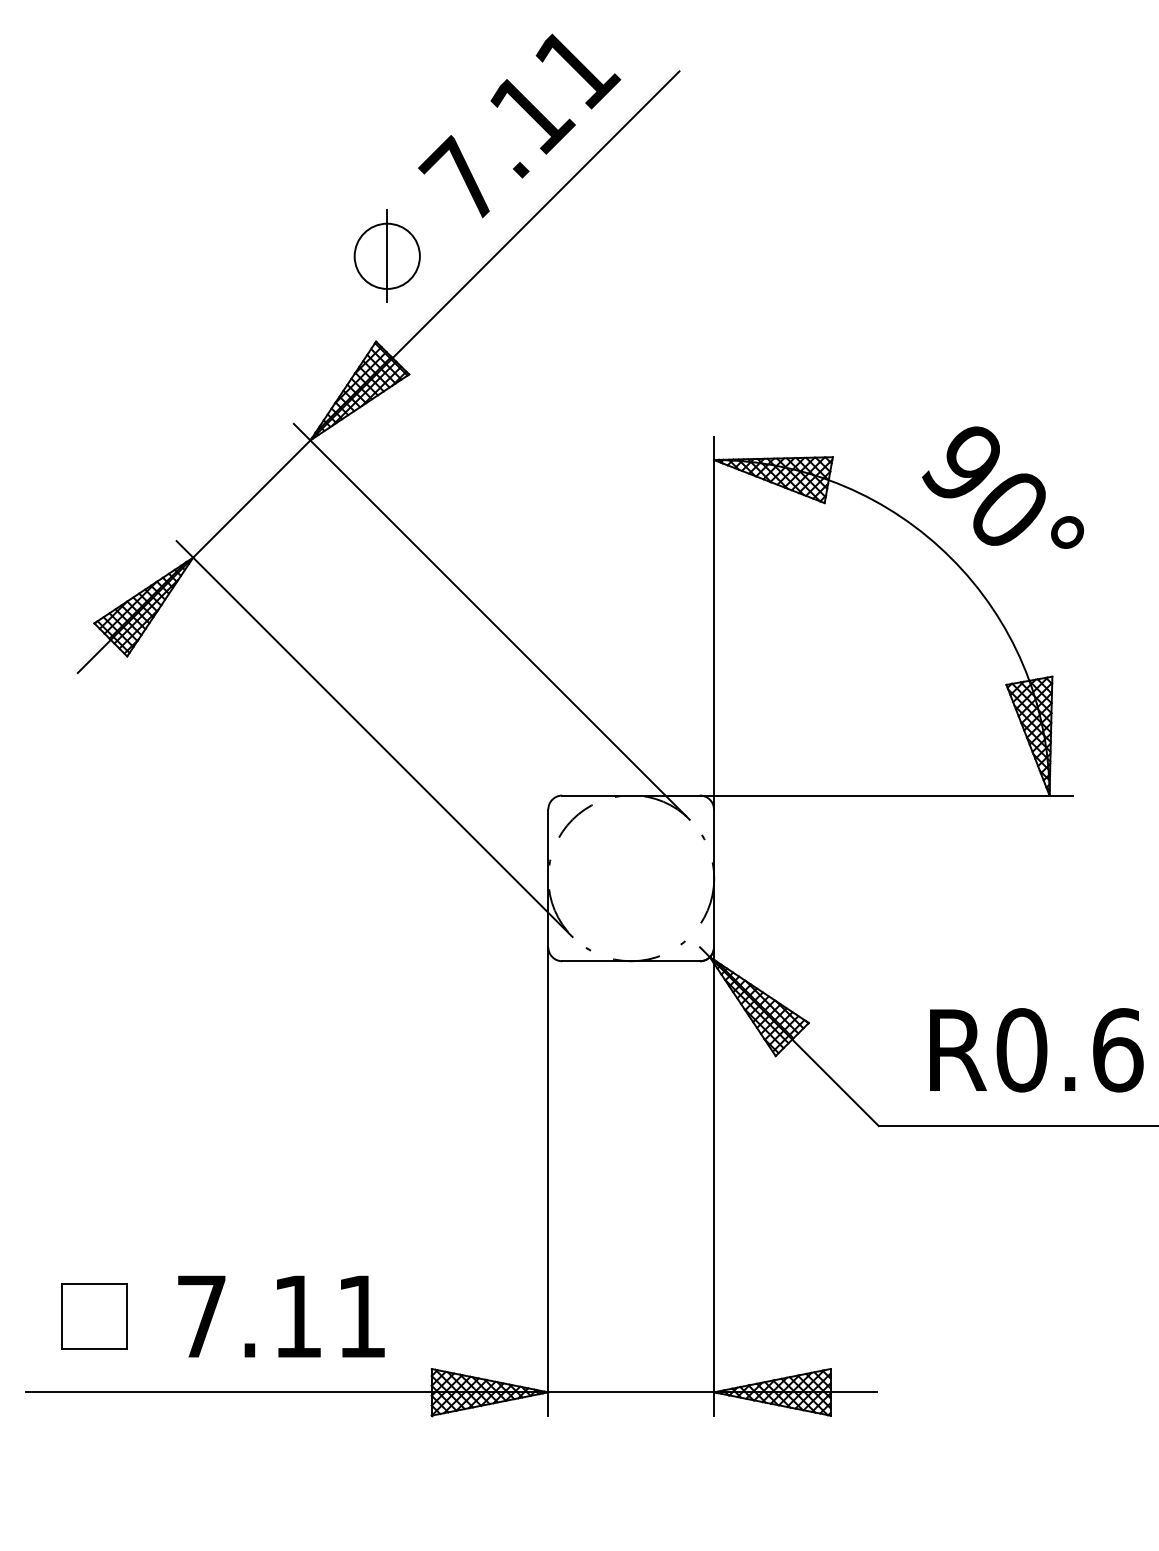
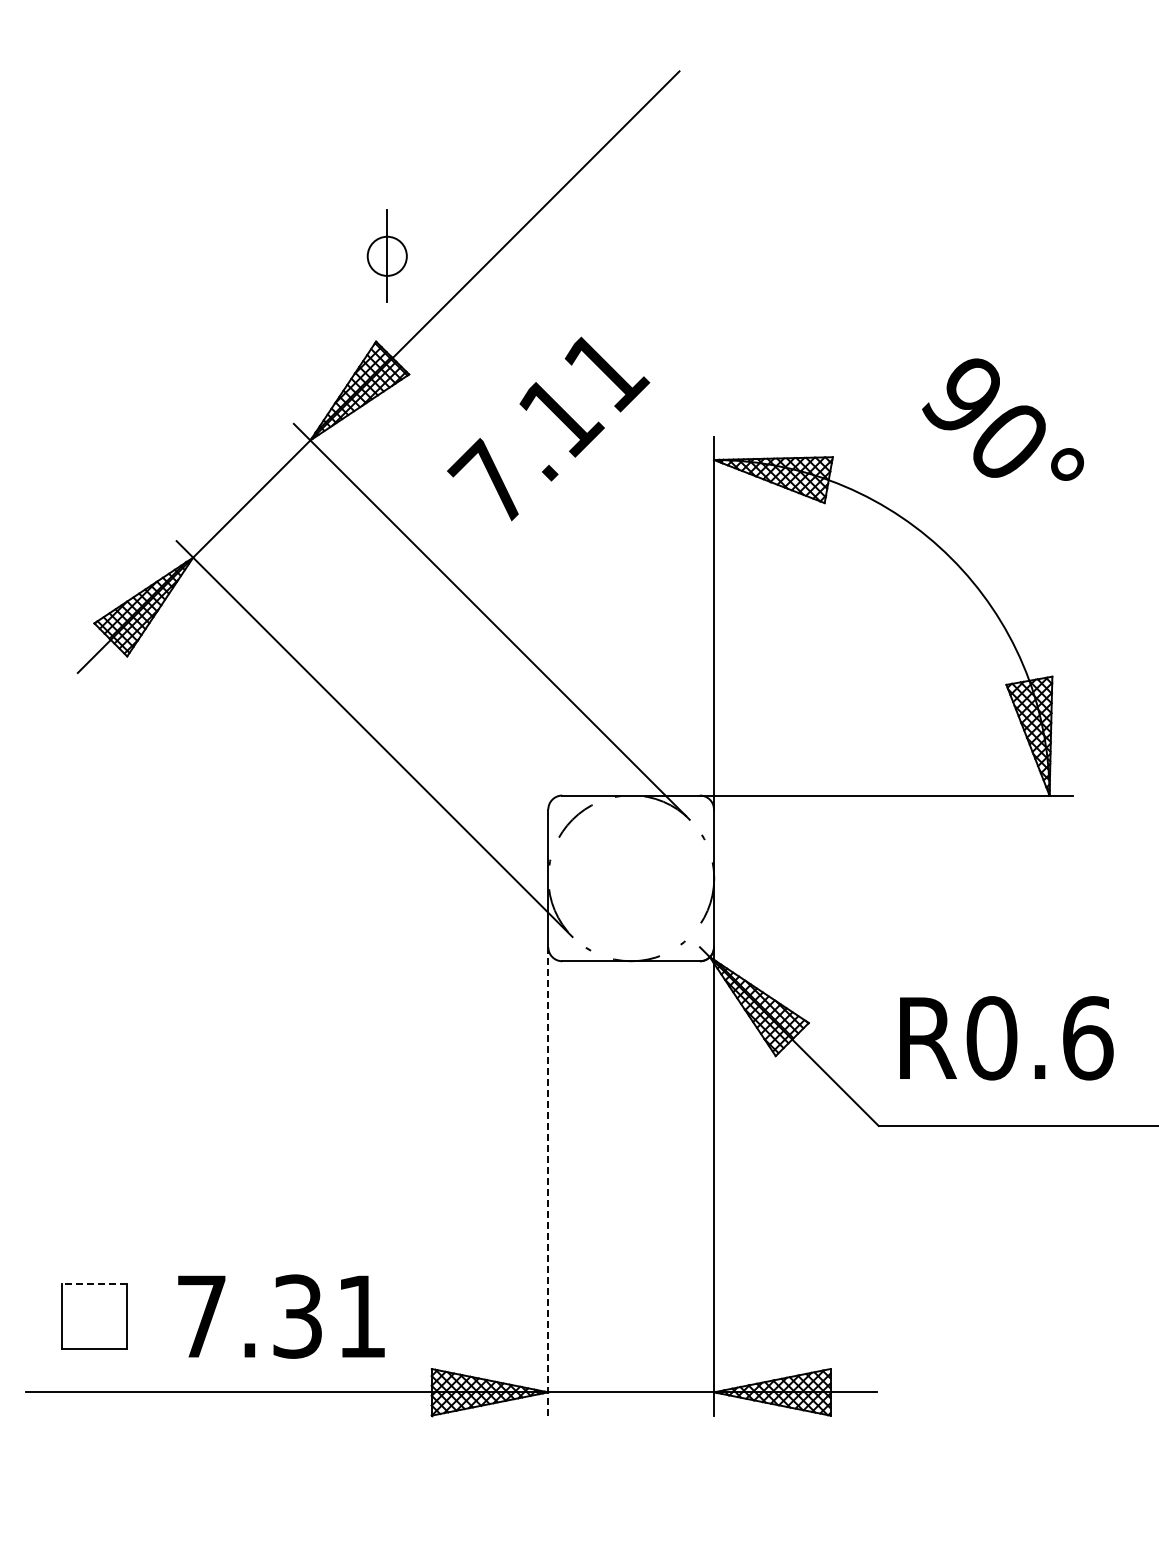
text at (519, 125) position: (519, 125) -> (548, 428)
circle at (386, 255) diameter: 65 px -> 39 px
text at (1002, 487) position: (1002, 487) -> (1002, 419)
text at (1036, 1050) position: (1036, 1050) -> (1006, 1038)
line at (548, 1181): solid -> dashed
line at (94, 1283): solid -> dashed
text at (297, 1316): 7.11 -> 7.31
